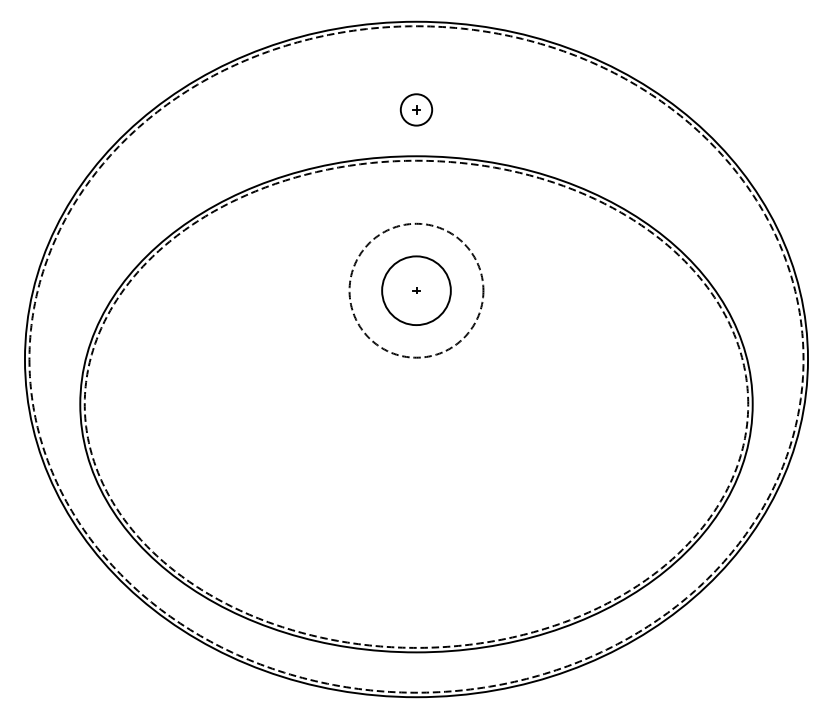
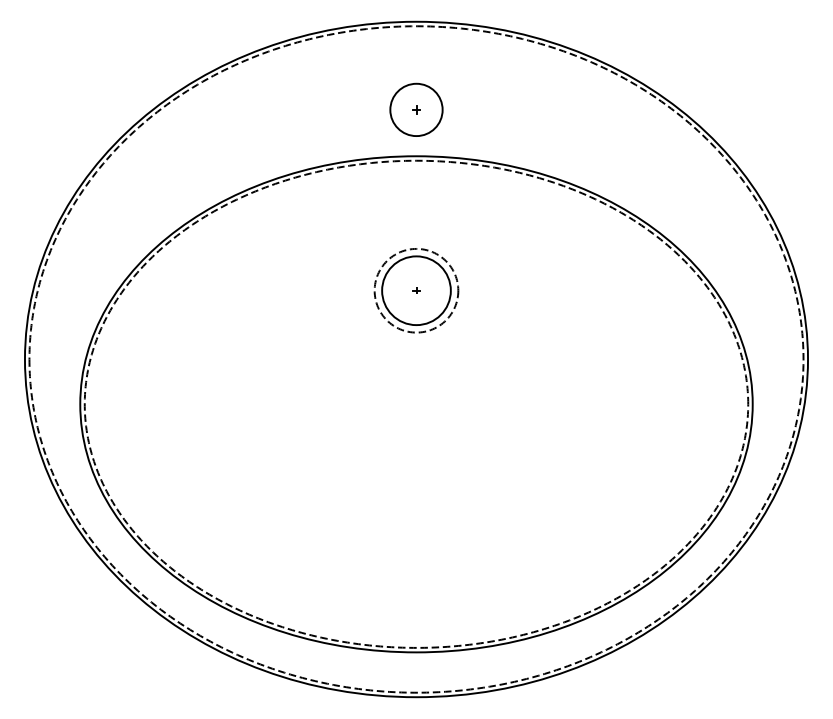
circle at (416, 109) diameter: 31 px -> 52 px
circle at (416, 290) diameter: 134 px -> 84 px
